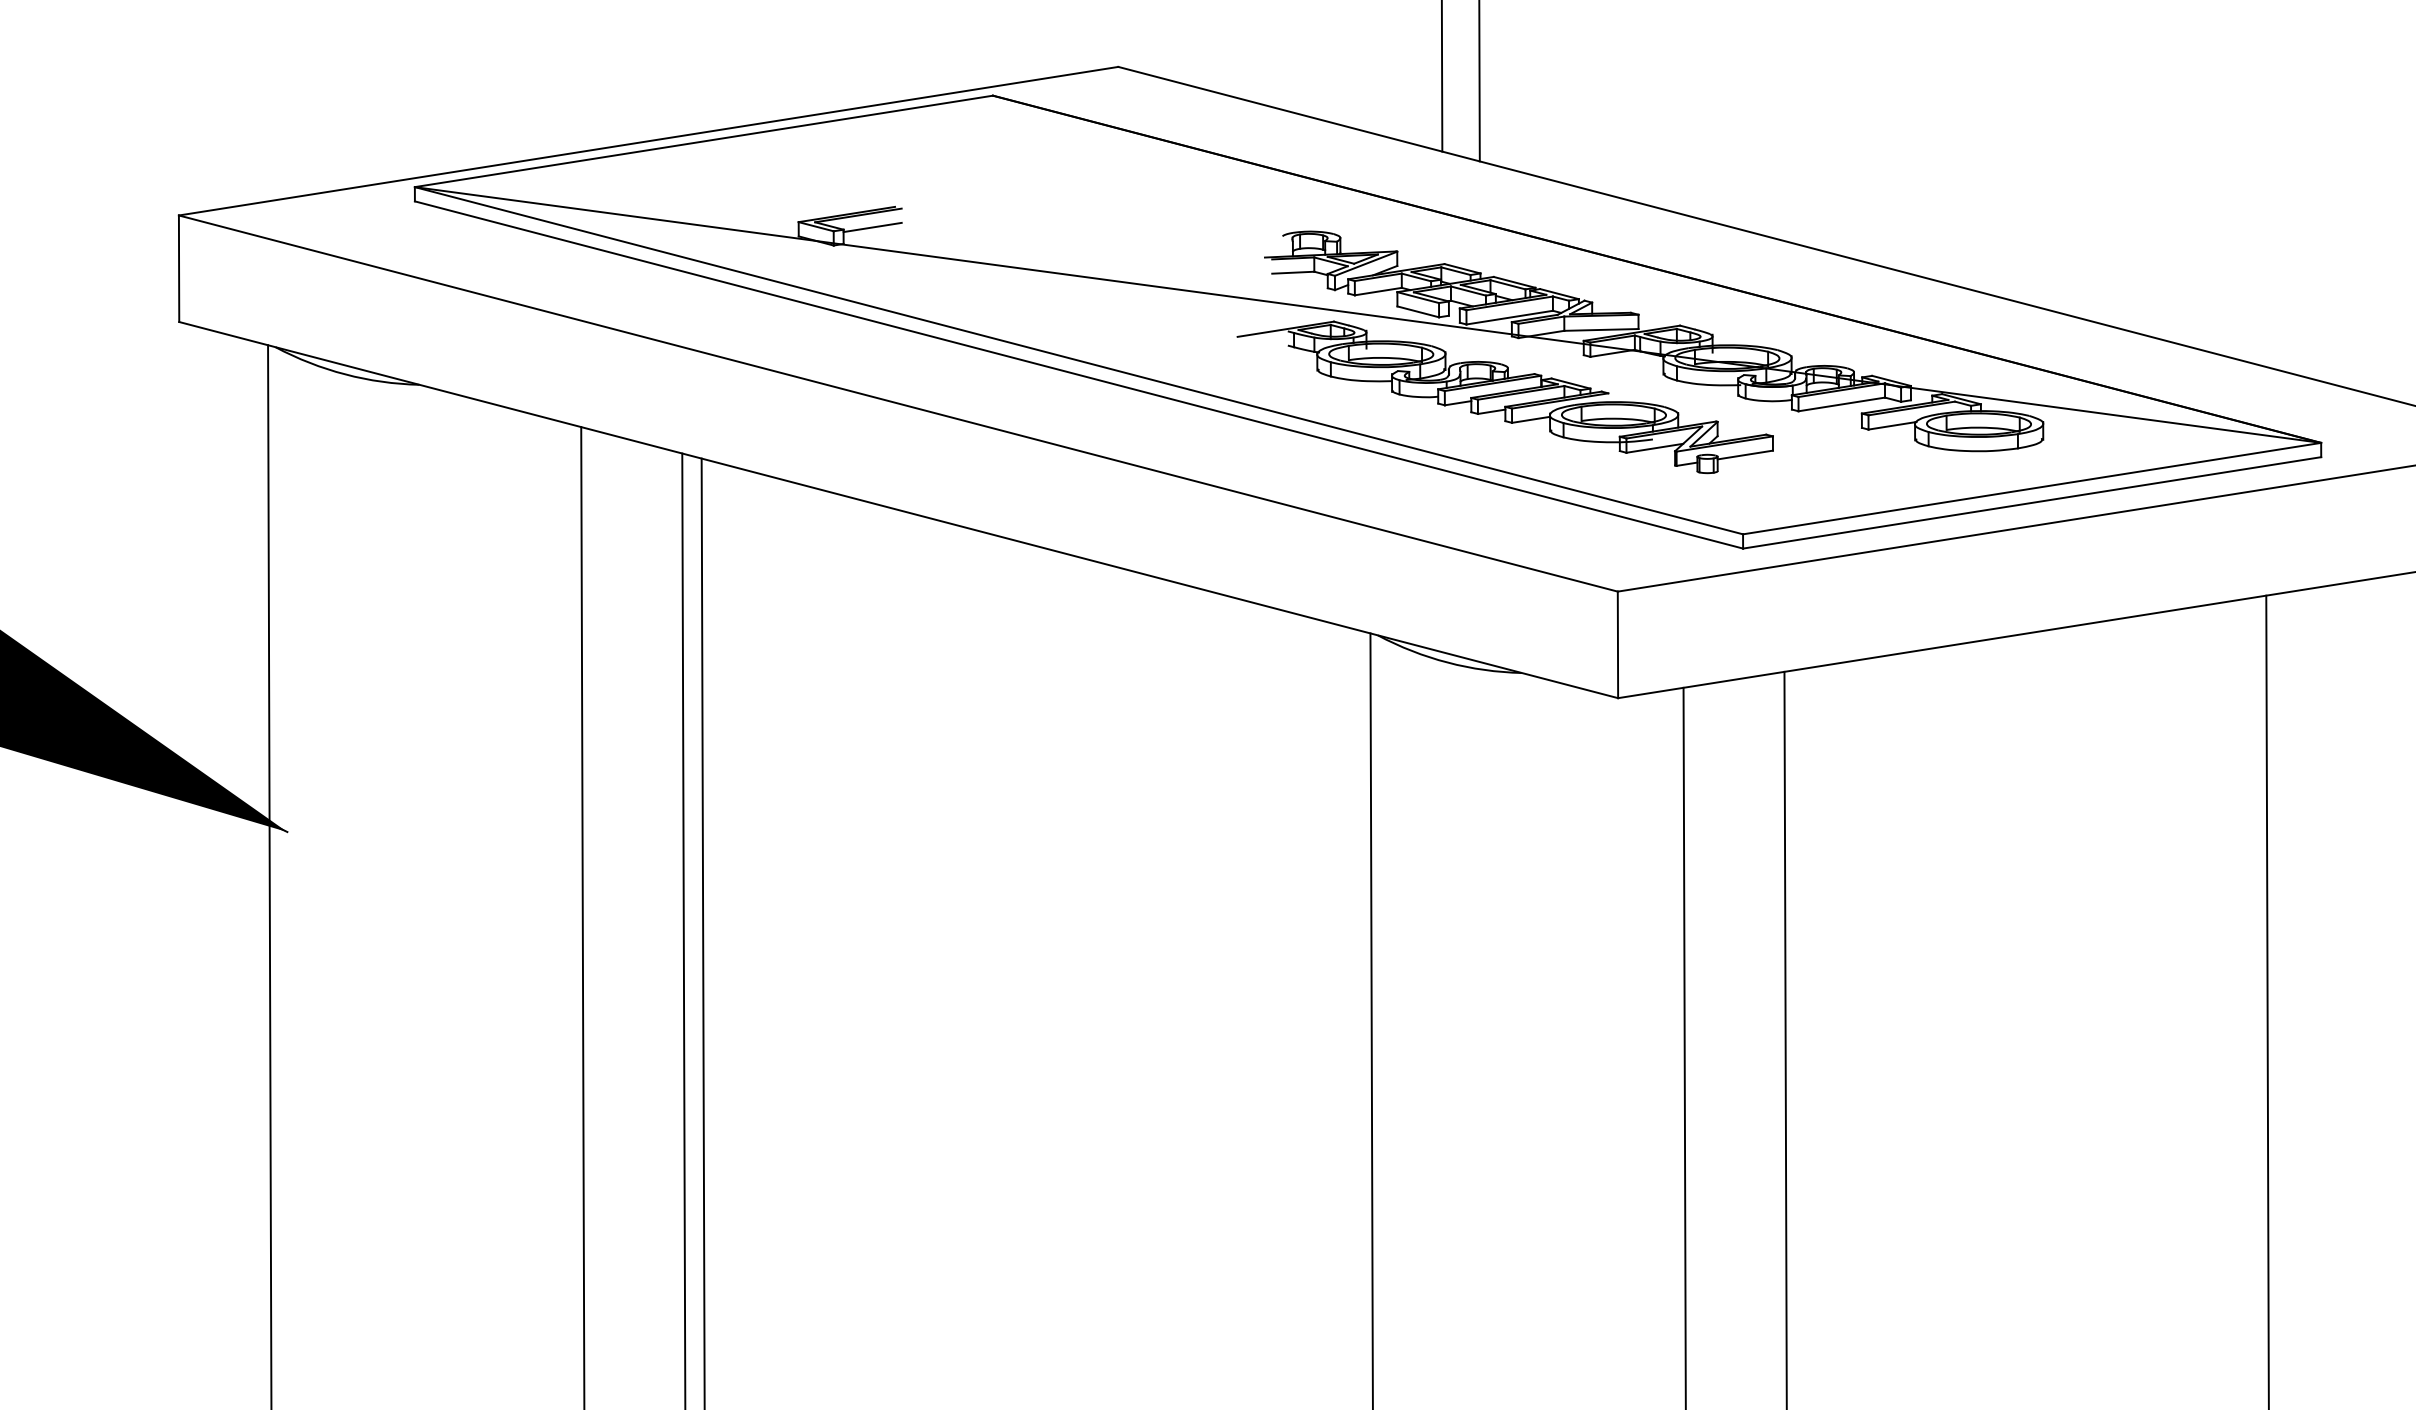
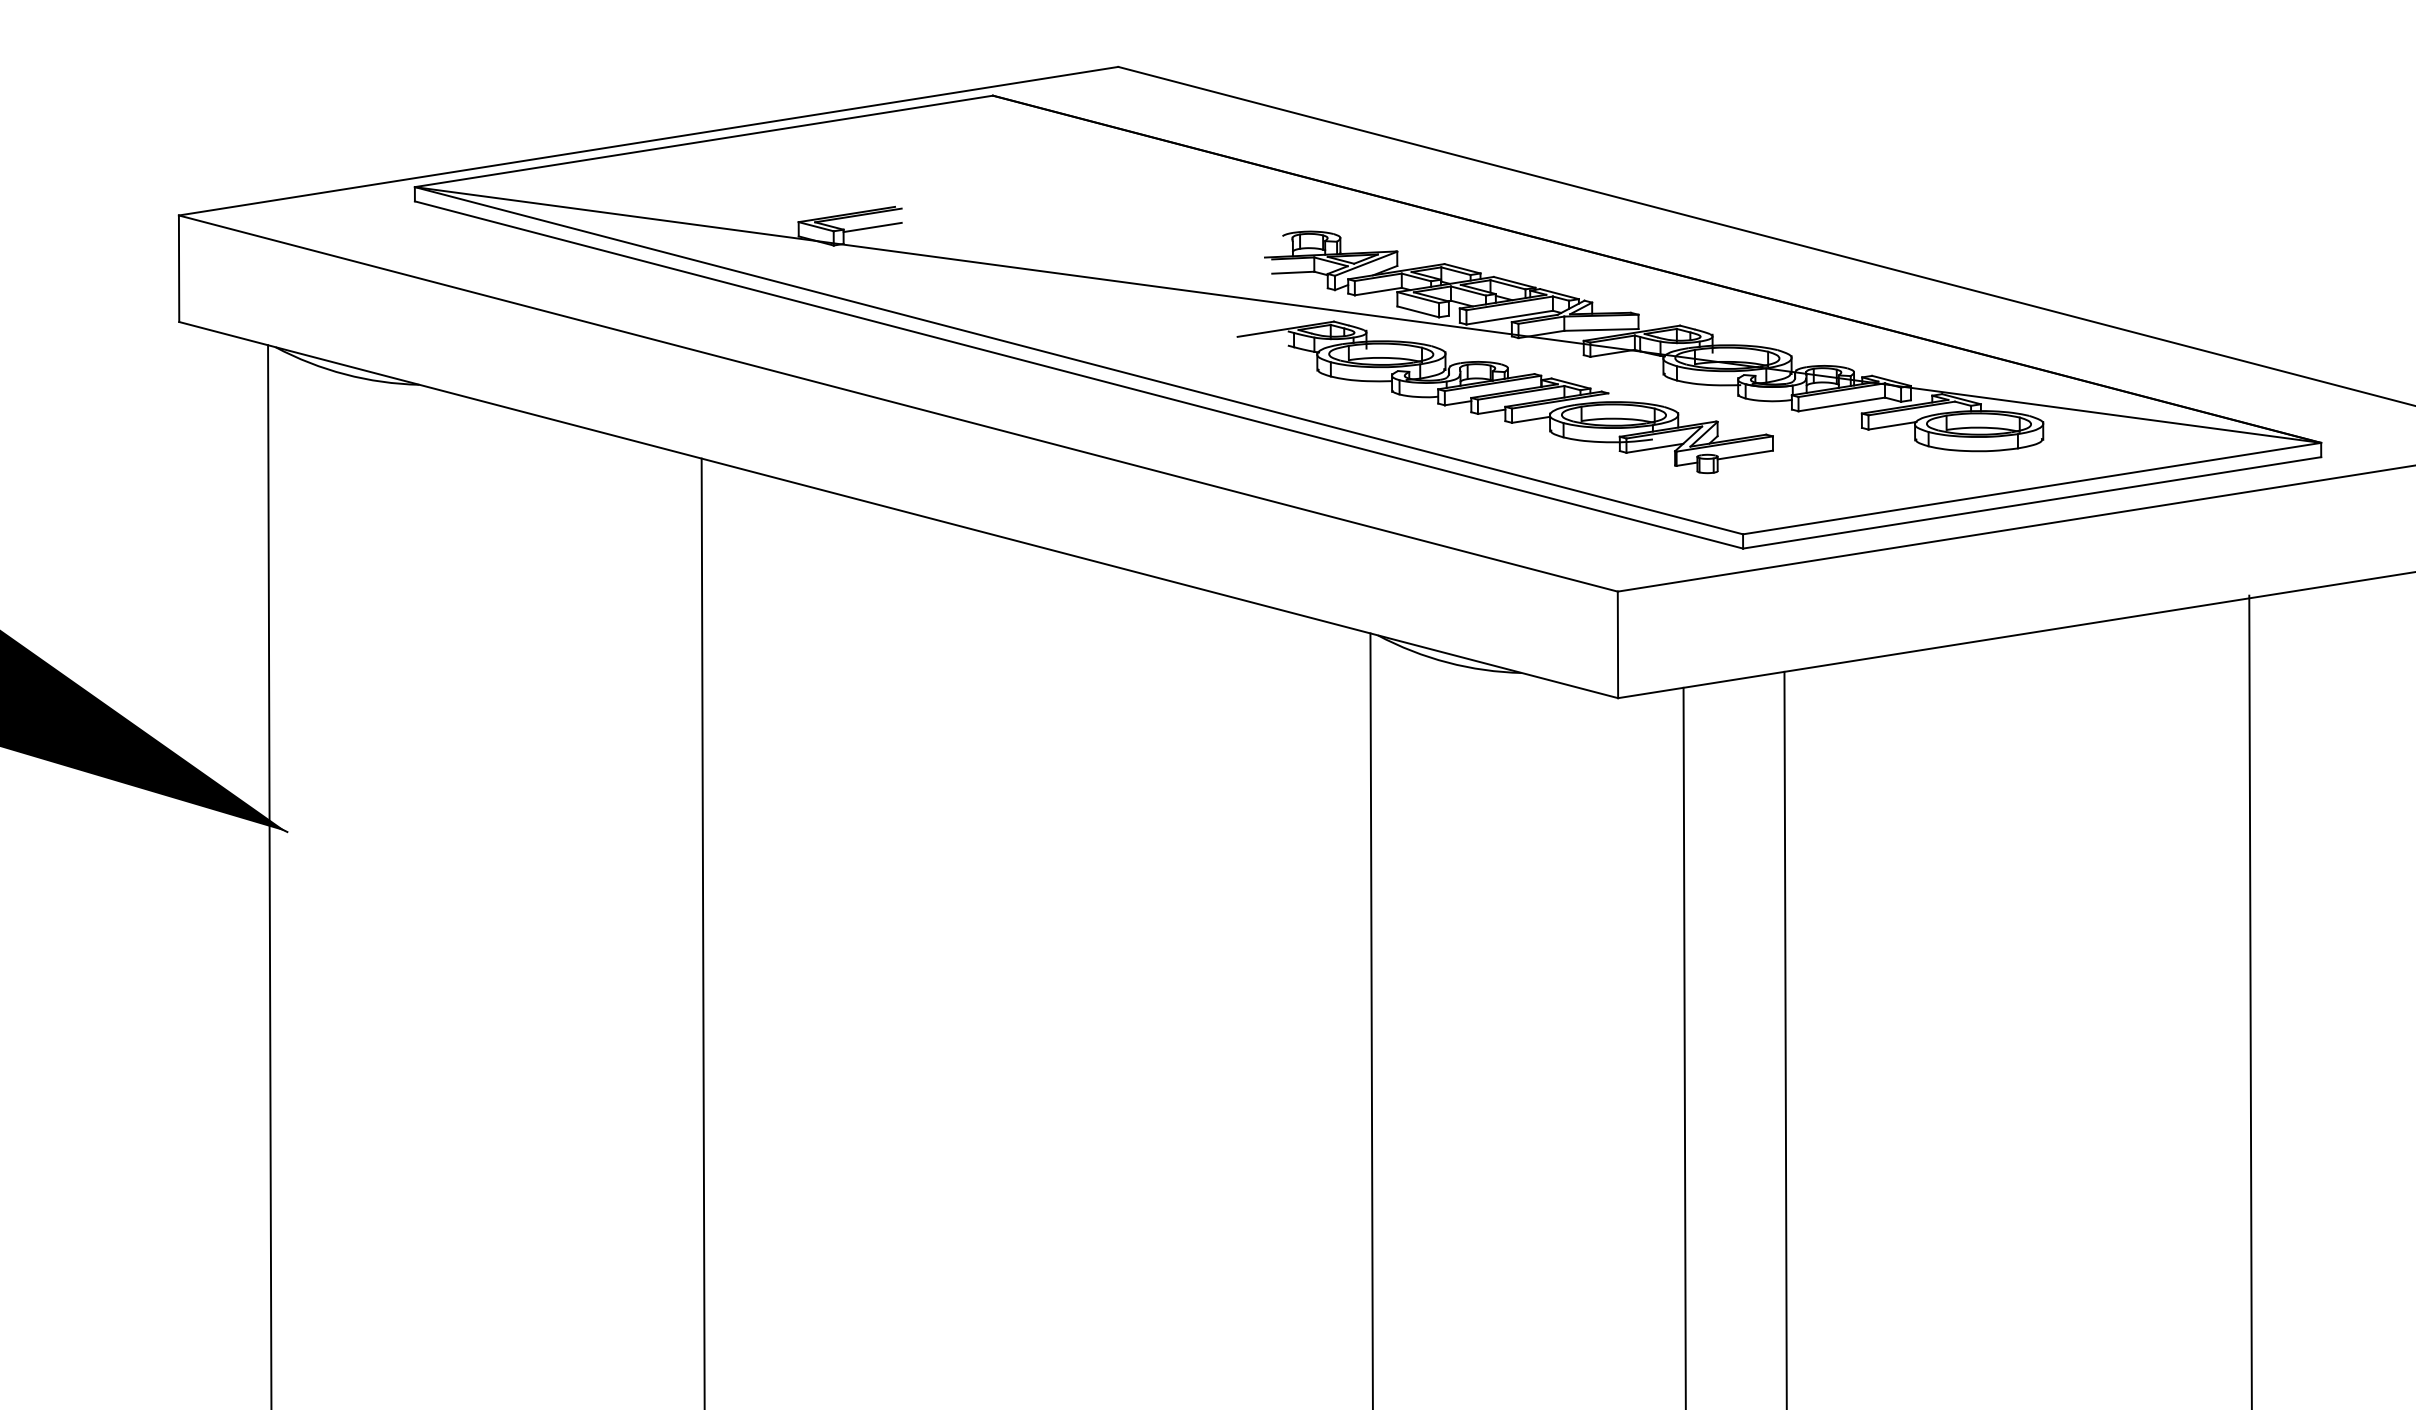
line at (1441, 76): present -> none
line at (1479, 81): present -> none
line at (582, 916): present -> none
line at (683, 929): present -> none
line at (2267, 1000) position: (2267, 1000) -> (2250, 1000)
